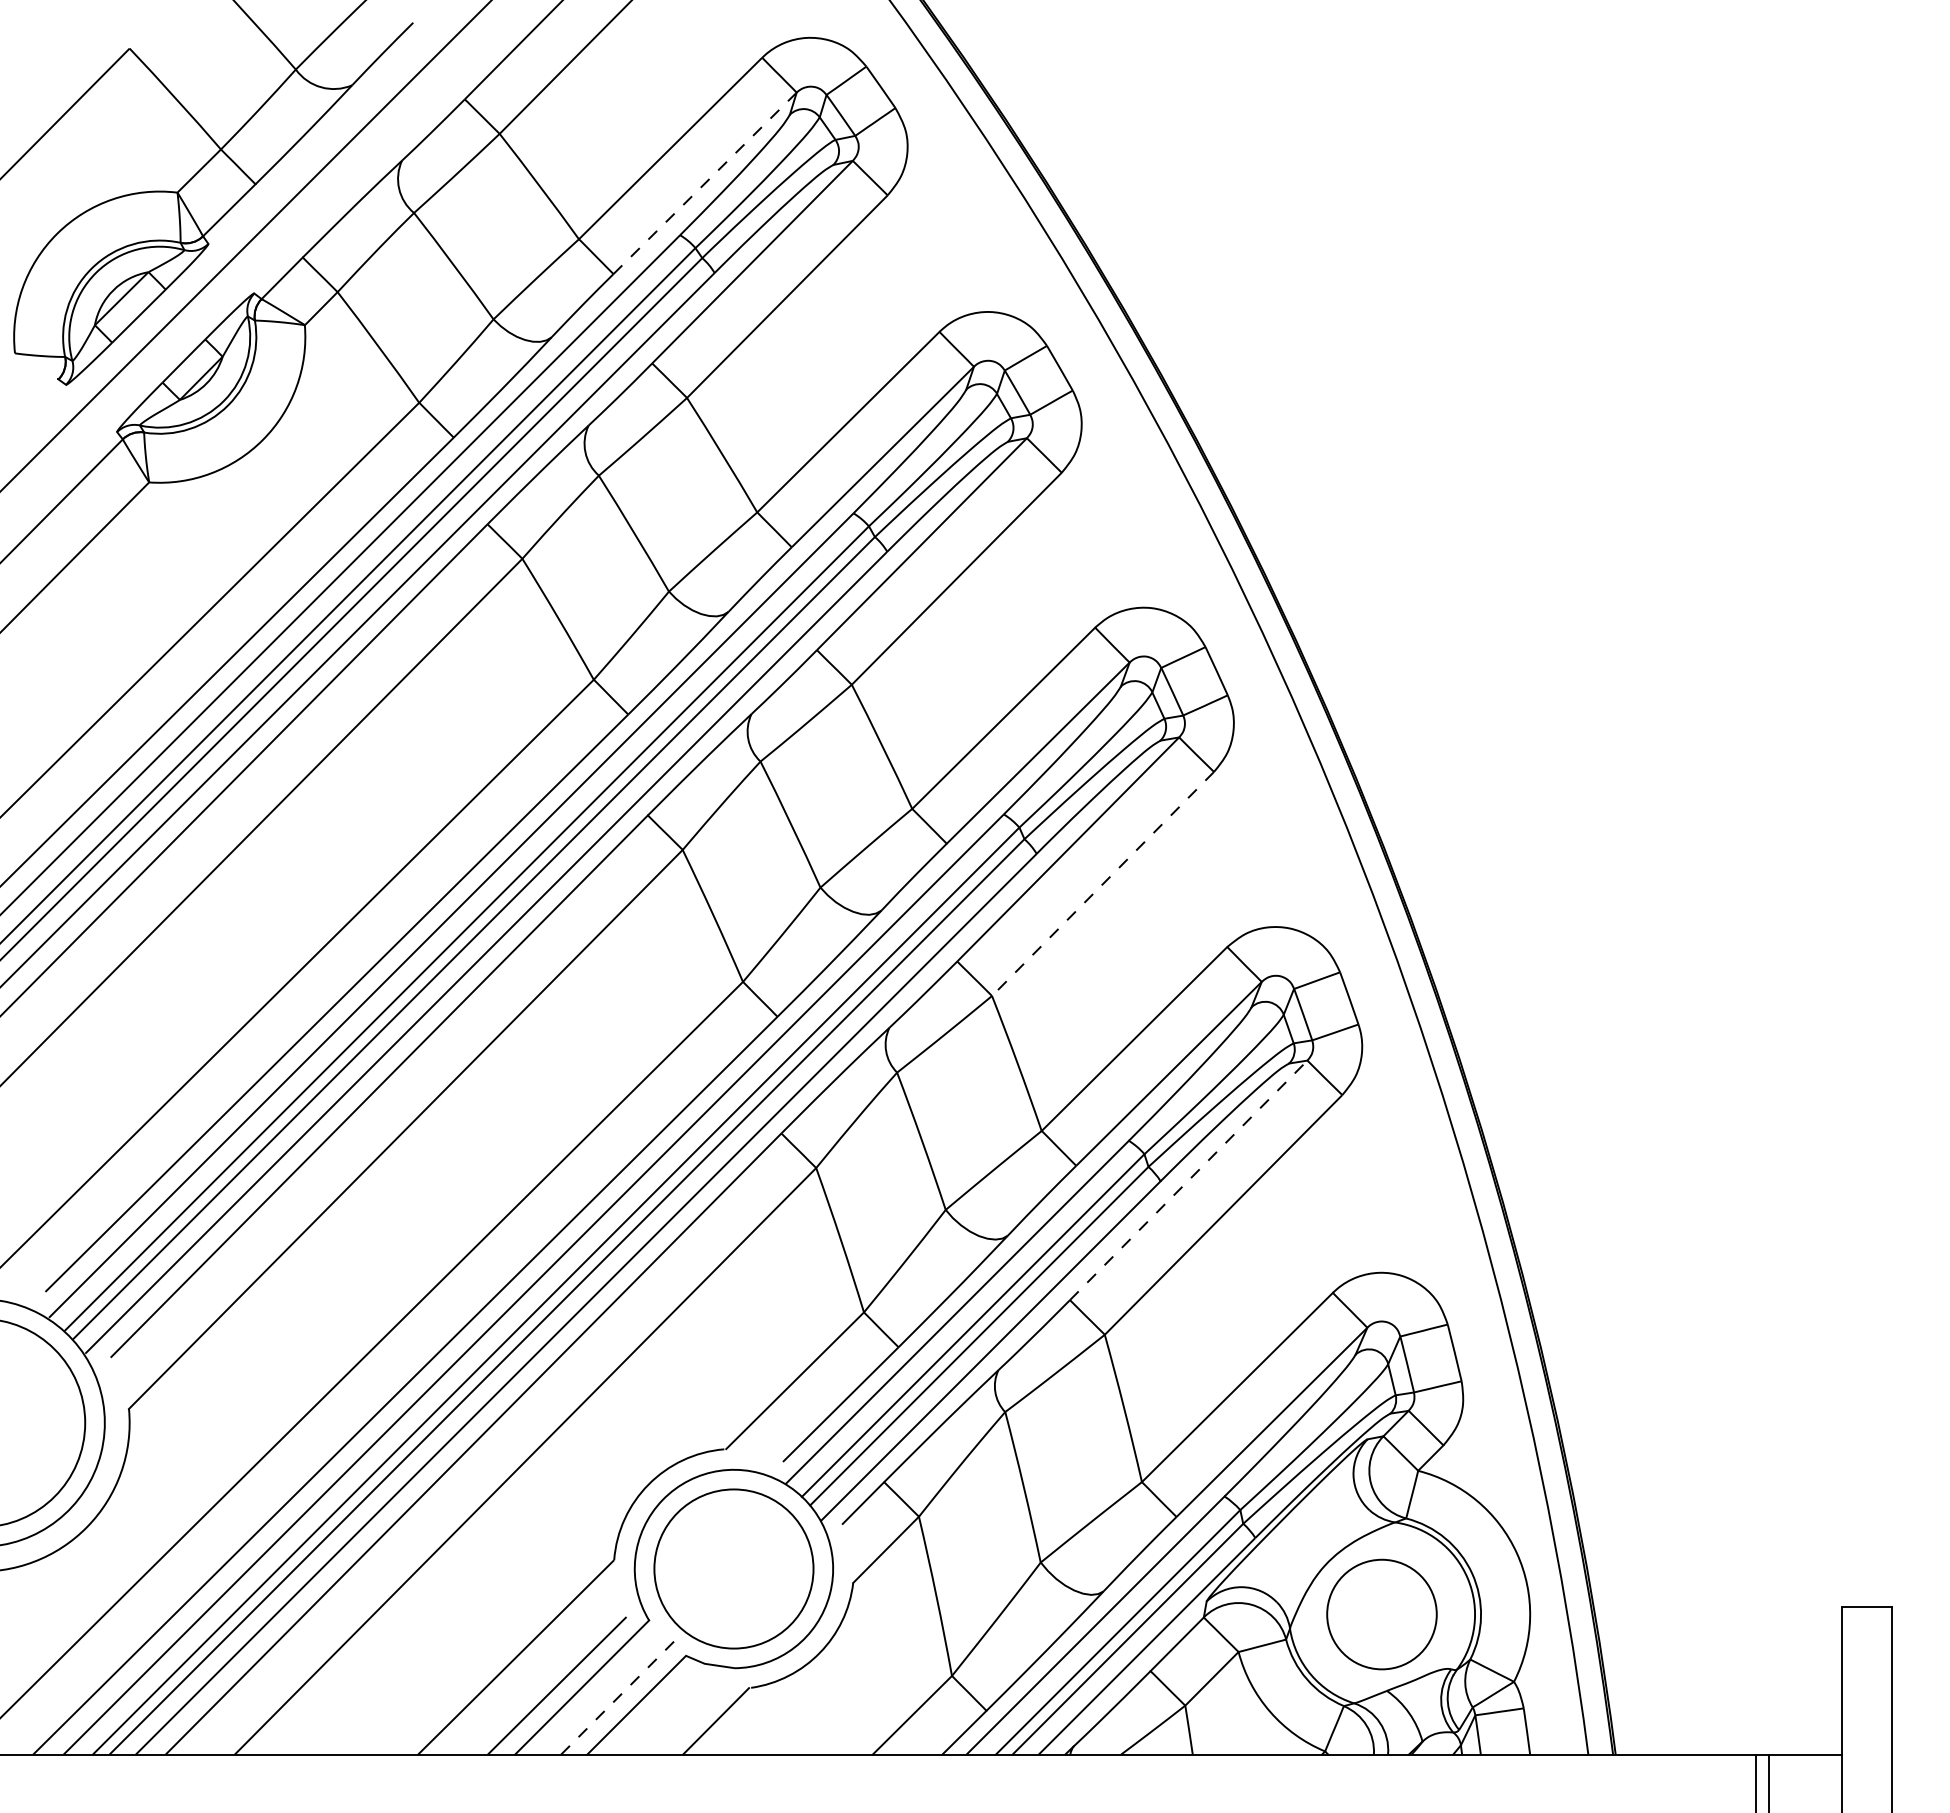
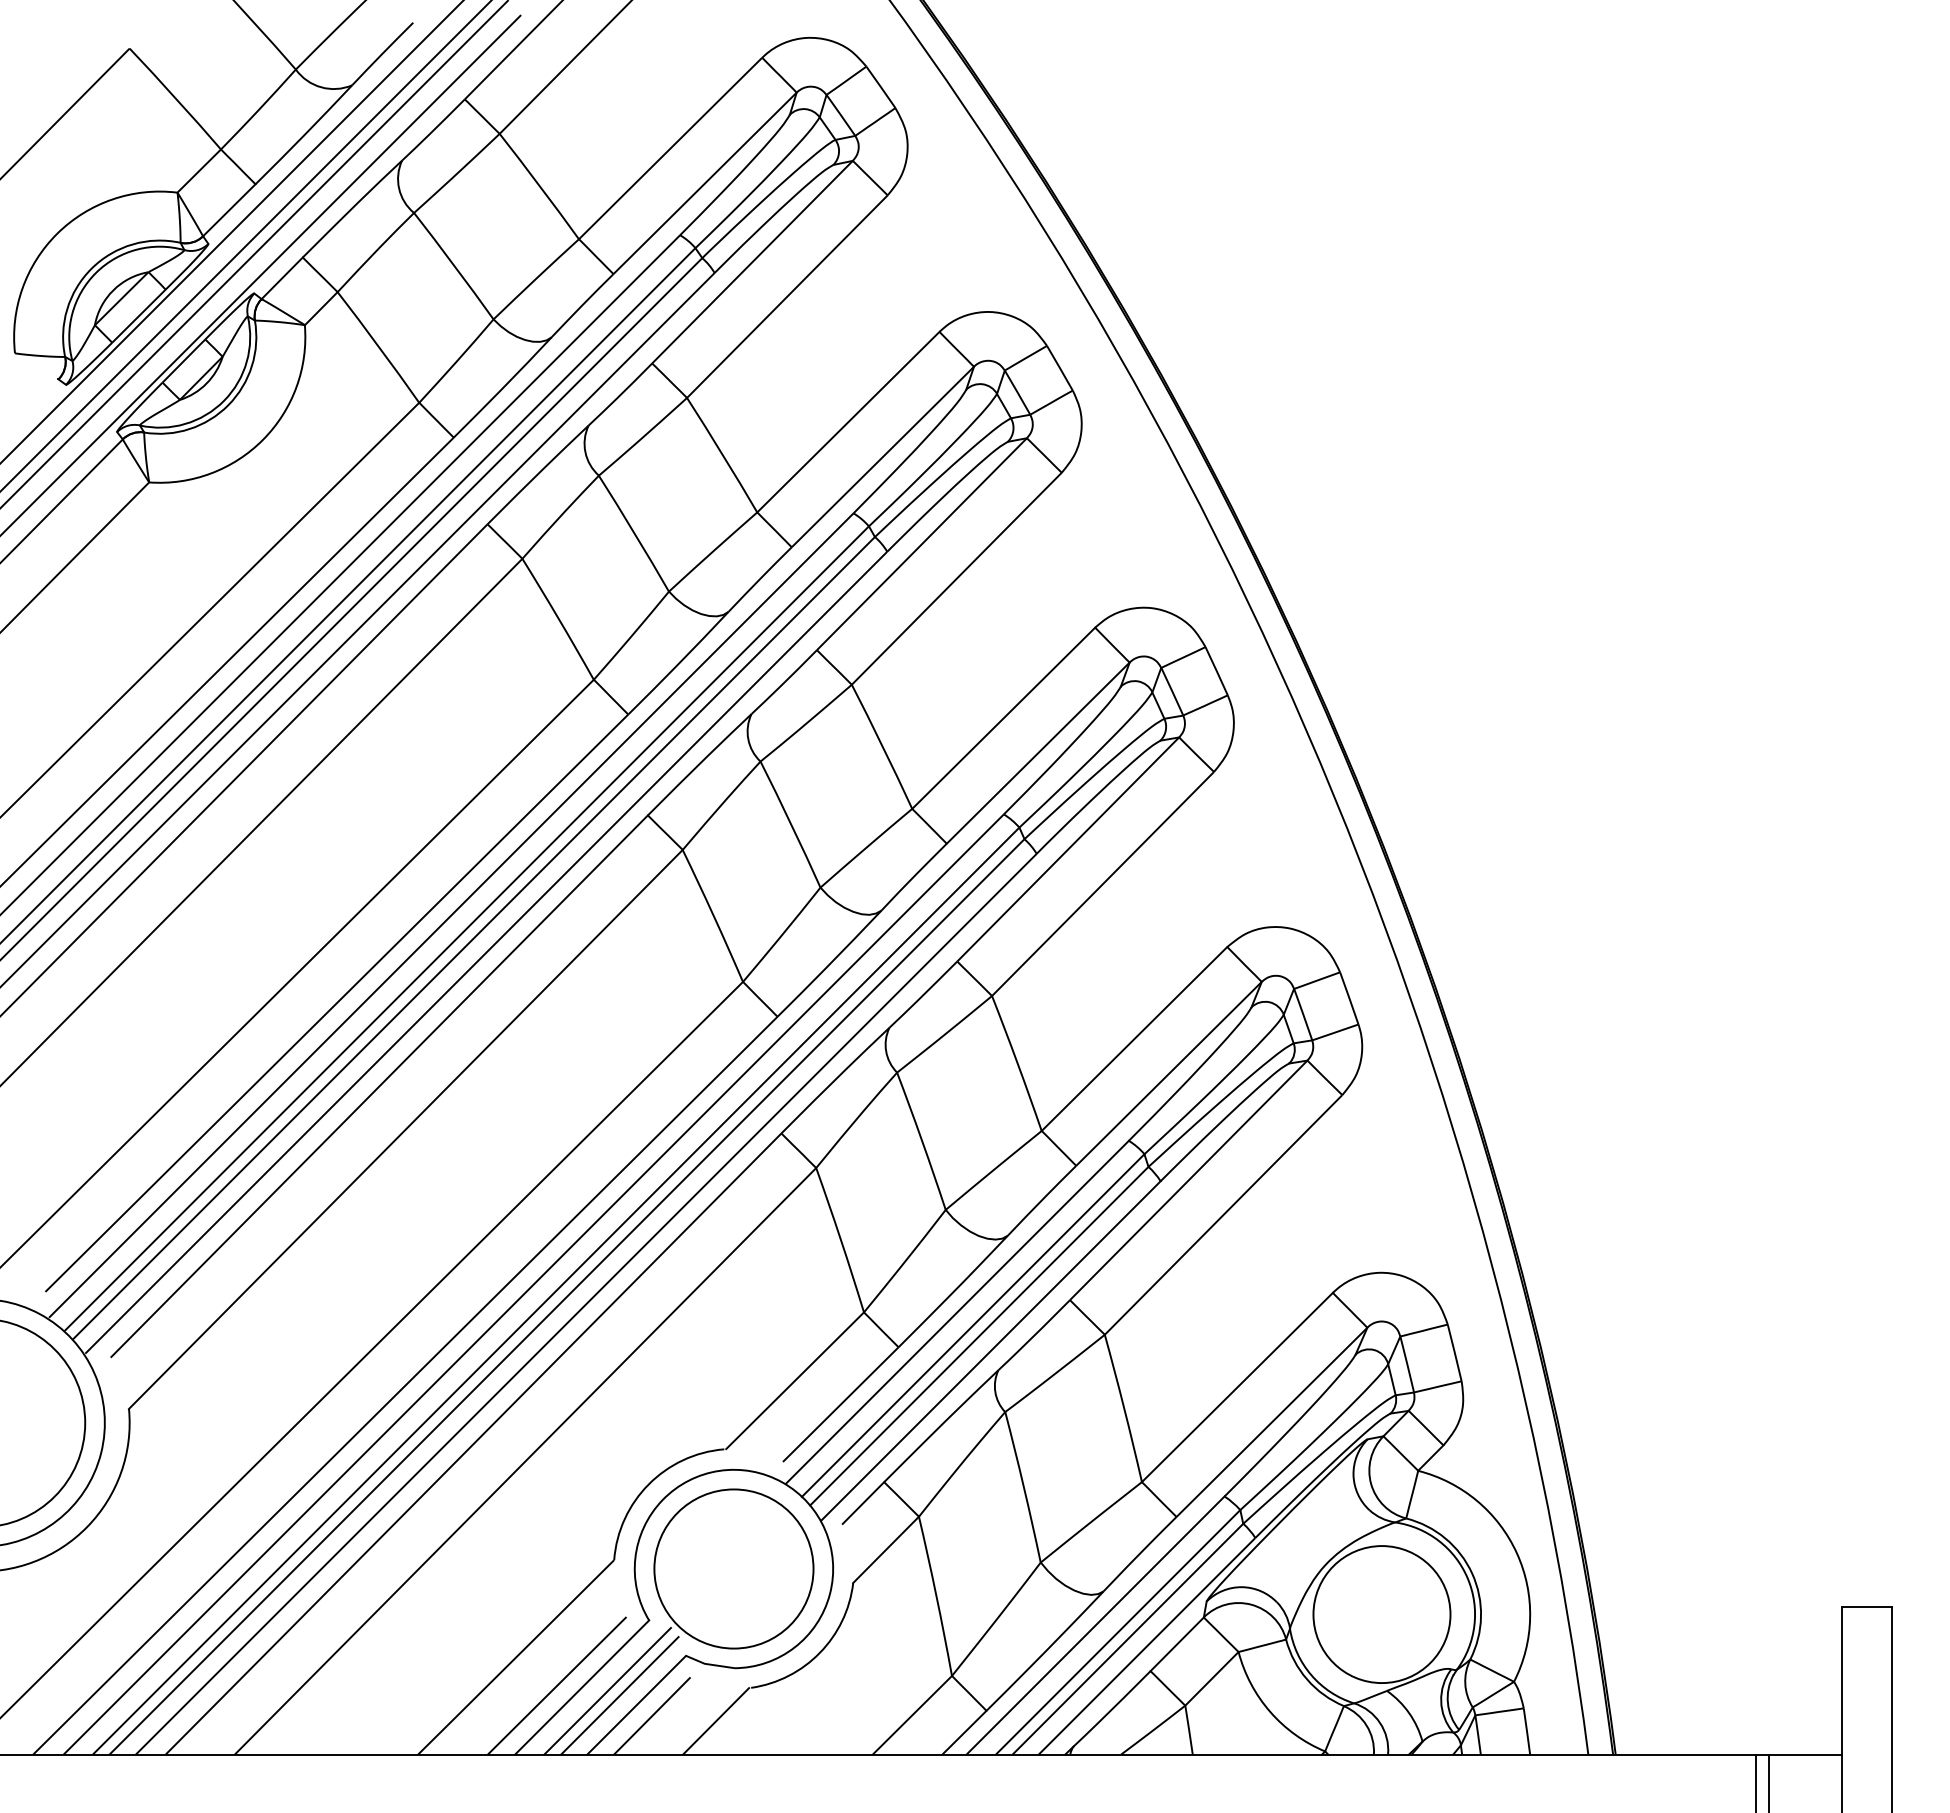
line at (705, 182): dashed -> solid
line at (231, 231): none -> present
line at (254, 254): none -> present
line at (261, 274): none -> present
line at (1103, 883): dashed -> solid
line at (1188, 1180): dashed -> solid
circle at (1381, 1614) diameter: 110 px -> 137 px
line at (607, 1690): none -> present
line at (620, 1695): dashed -> solid
line at (651, 1716): none -> present
